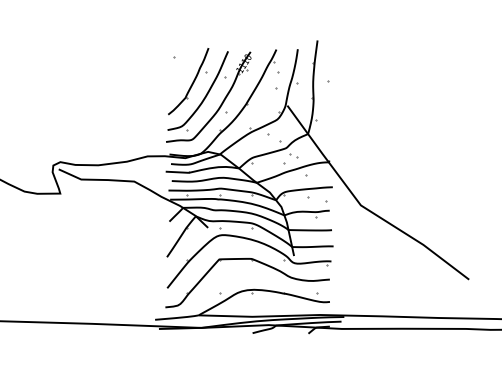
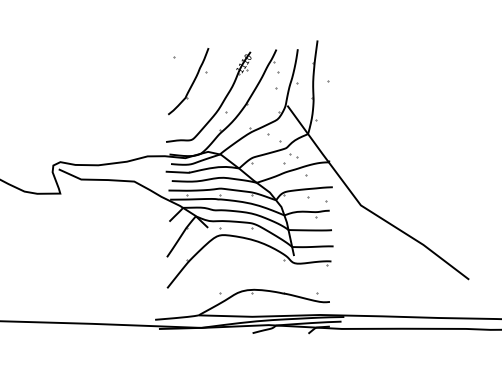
part at (204, 96): present -> none
part at (252, 261): present -> none
